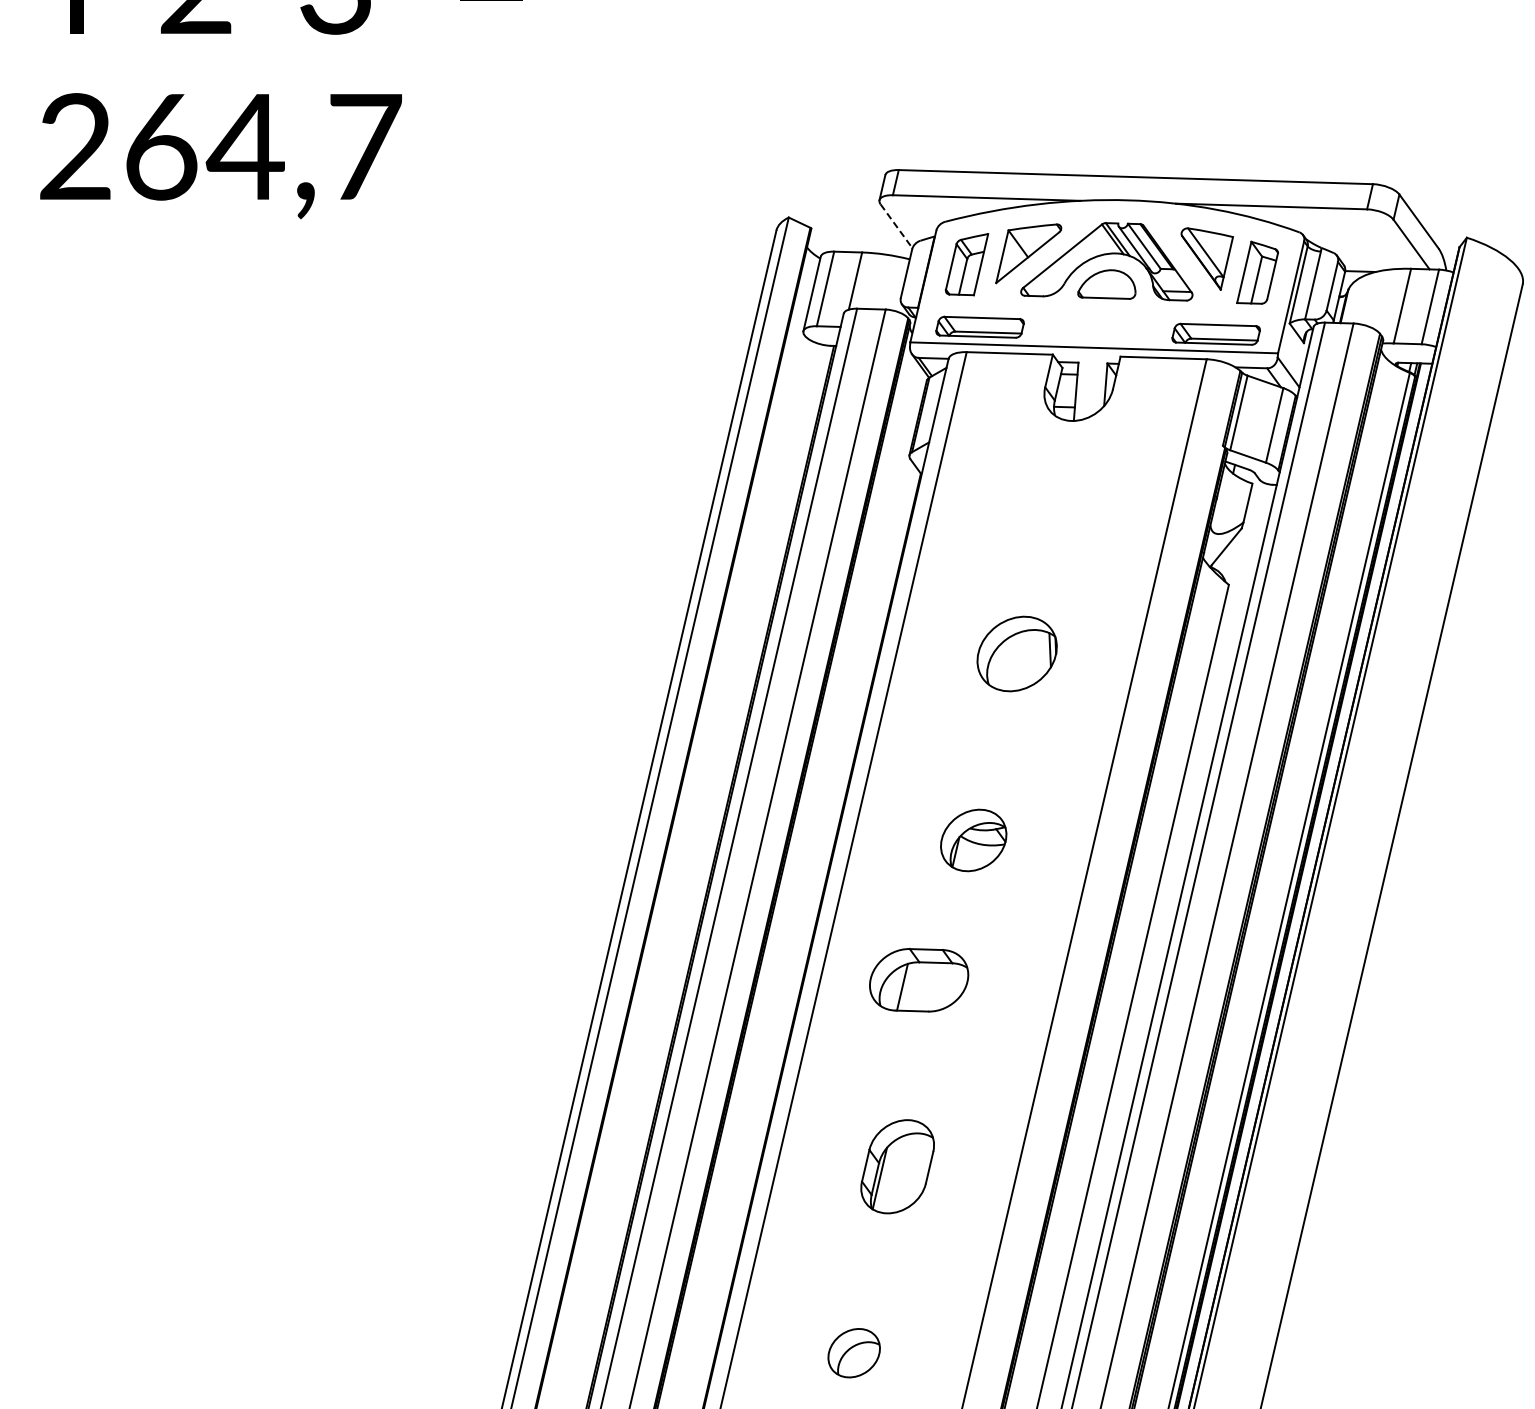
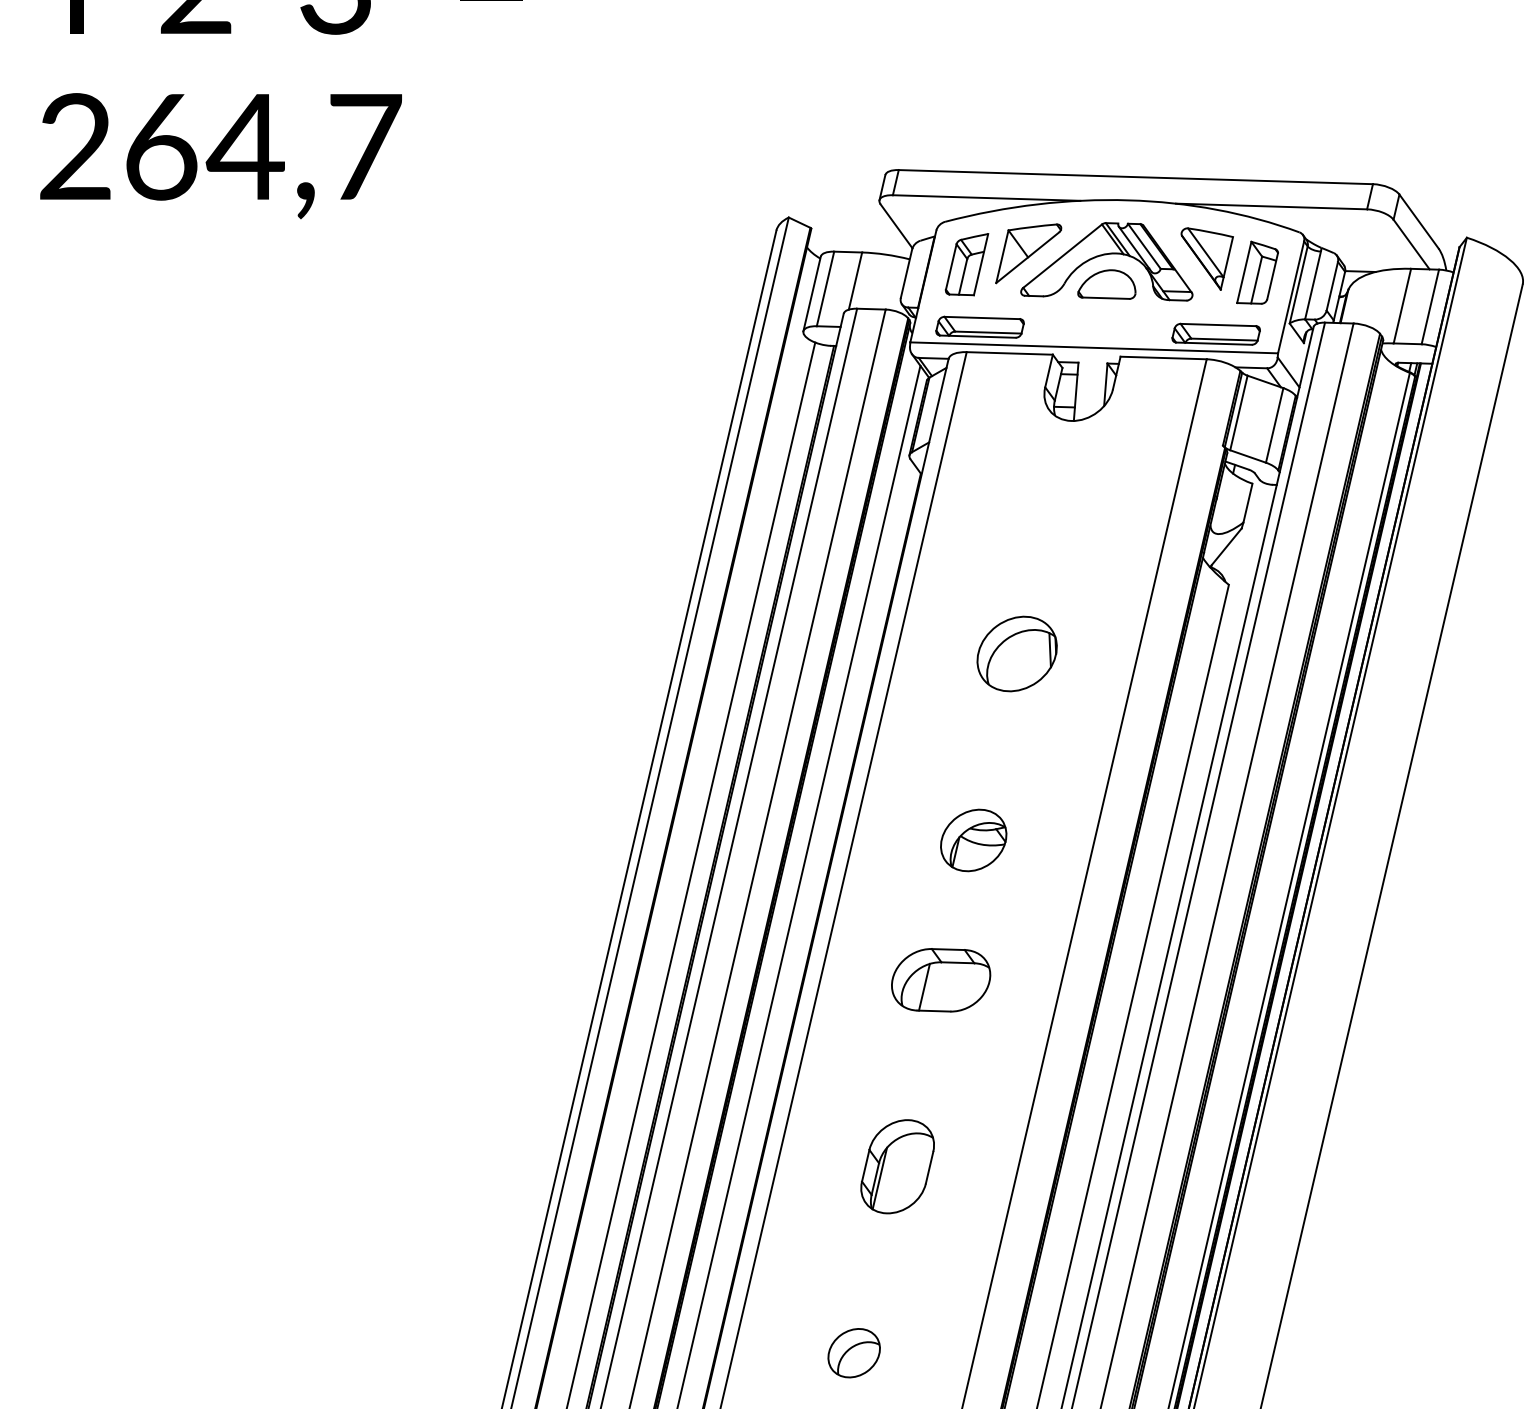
line at (896, 226): dashed -> solid
line at (691, 873): none -> present
line at (799, 885): none -> present
part at (919, 980) position: (919, 980) -> (941, 980)
